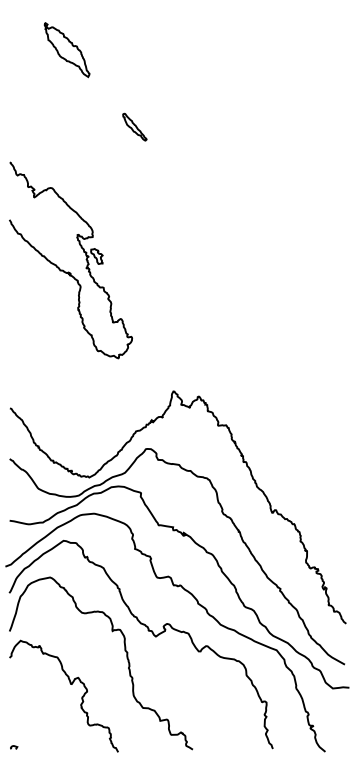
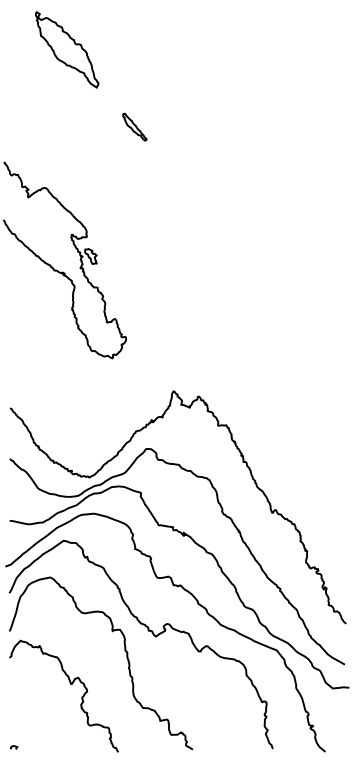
part at (66, 50) size: 48x57 px -> 65x78 px
part at (68, 271) position: (68, 271) -> (62, 271)
